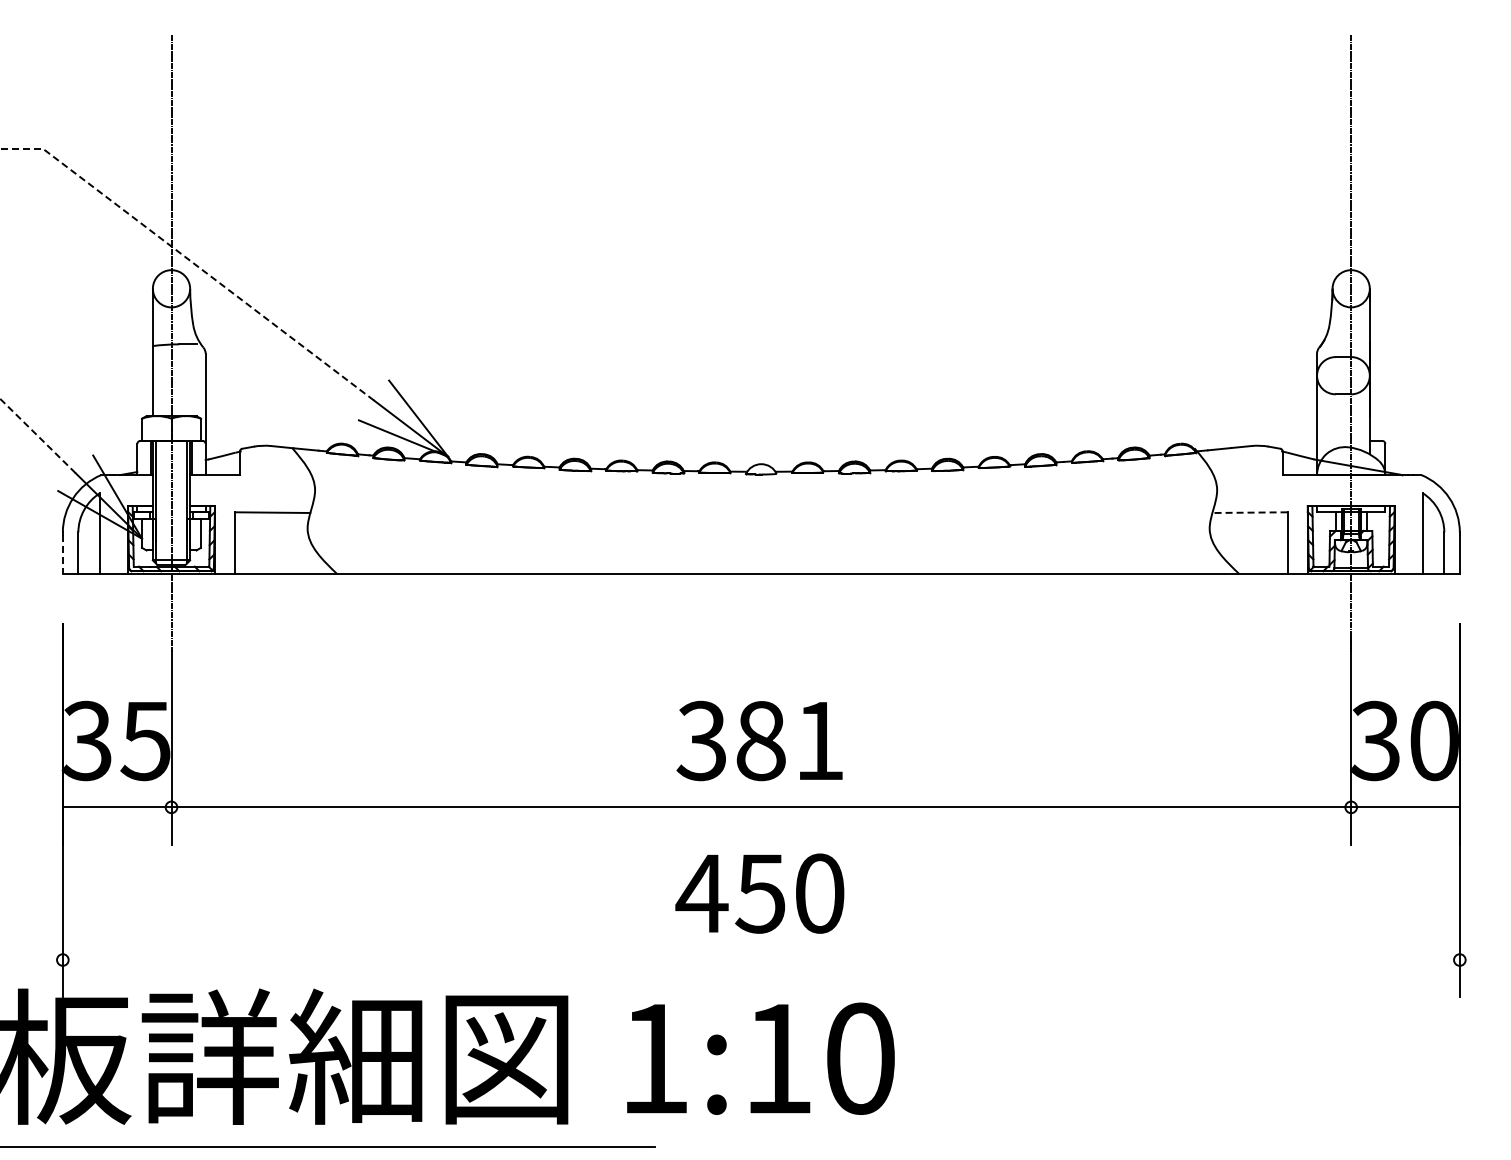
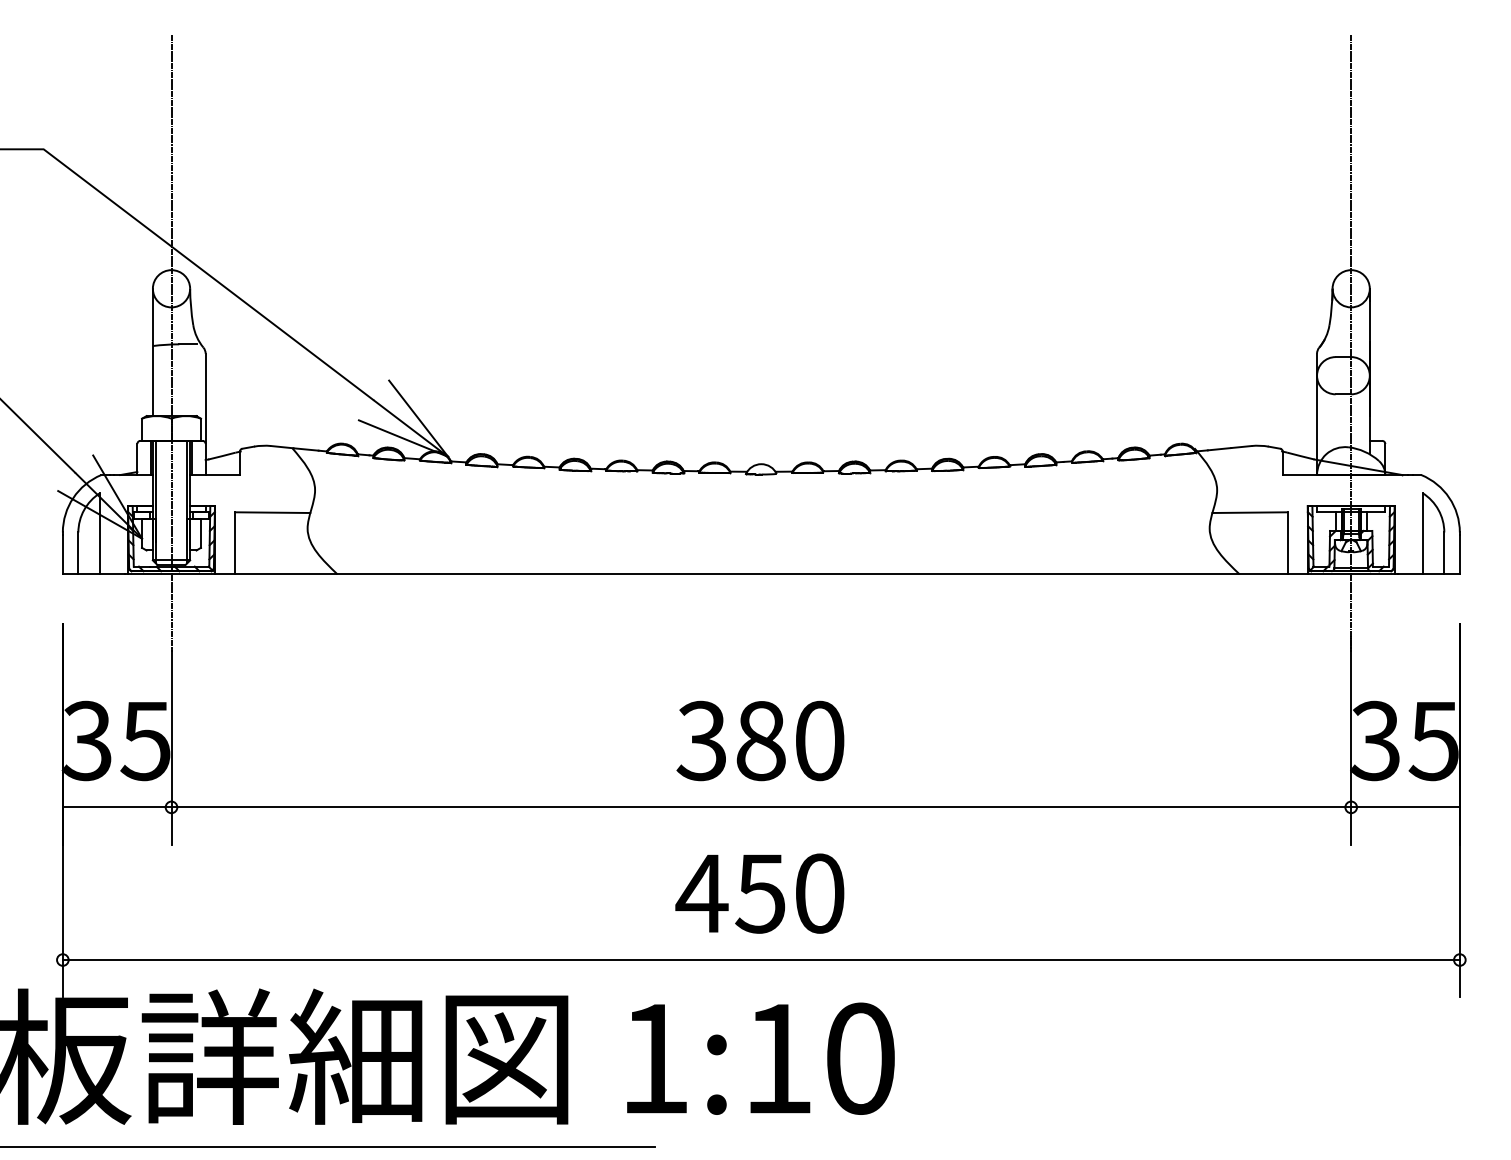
line at (190, 261): dashed -> solid
line at (38, 436): dashed -> solid
line at (1249, 512): dashed -> solid
line at (62, 554): dashed -> solid
text at (820, 740): 381 -> 380
text at (1433, 740): 30 -> 35
line at (760, 960): none -> present
